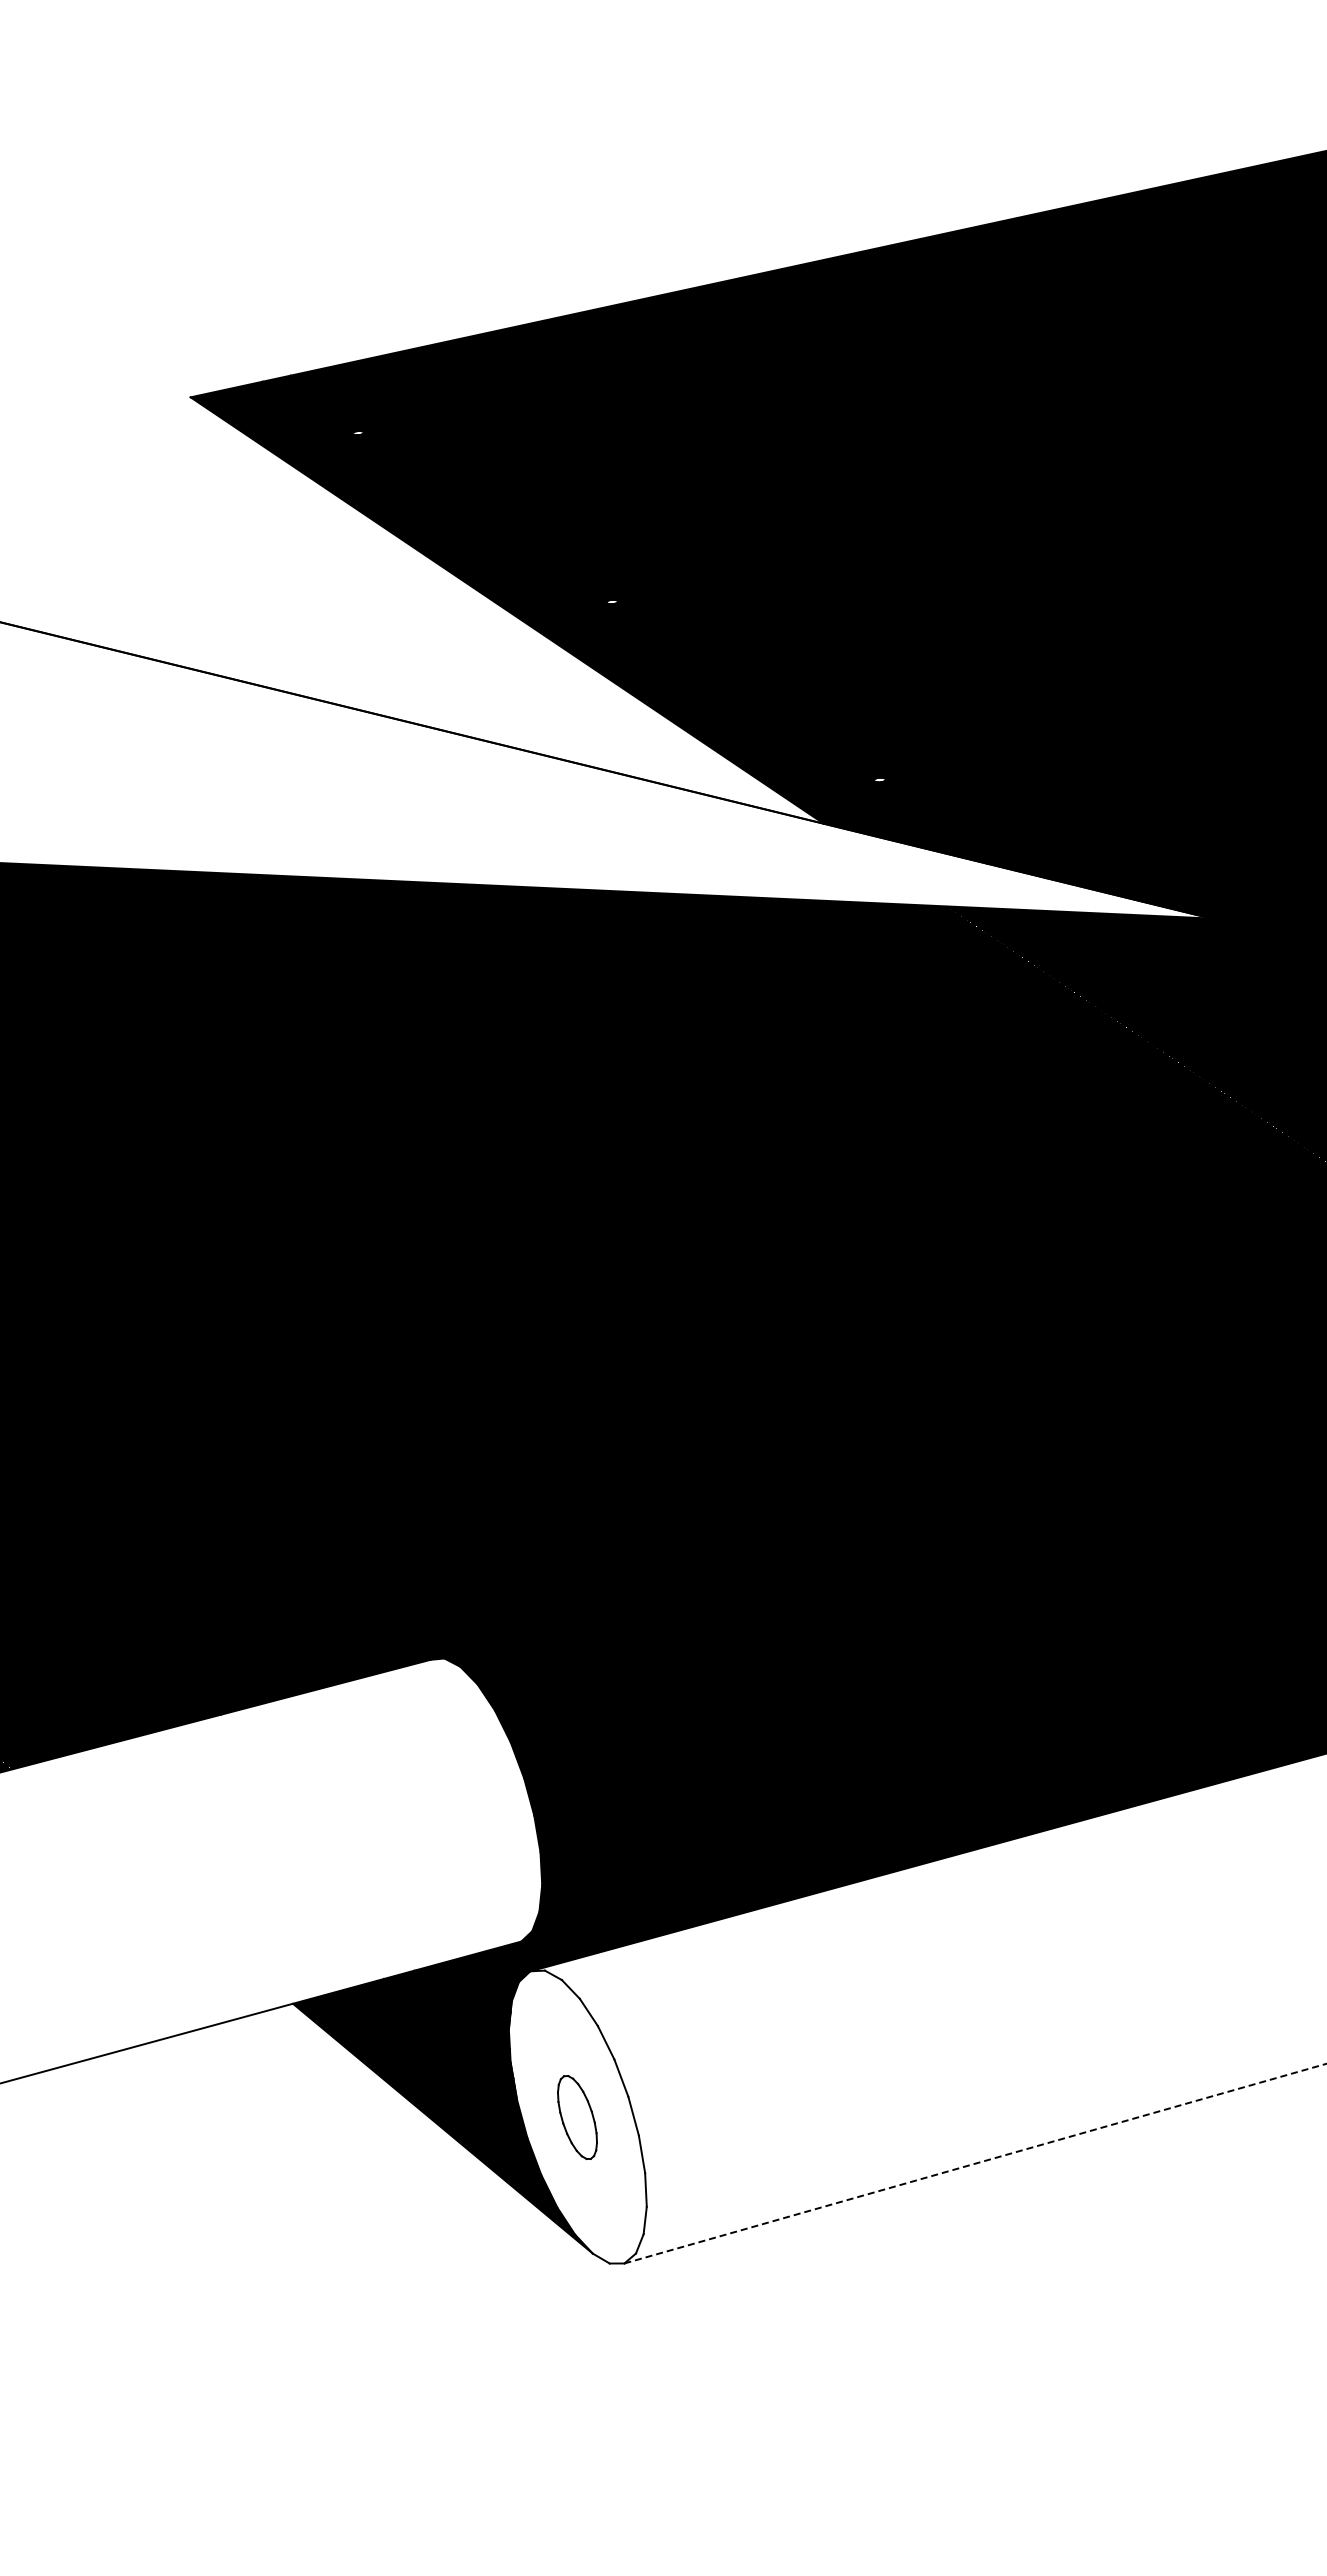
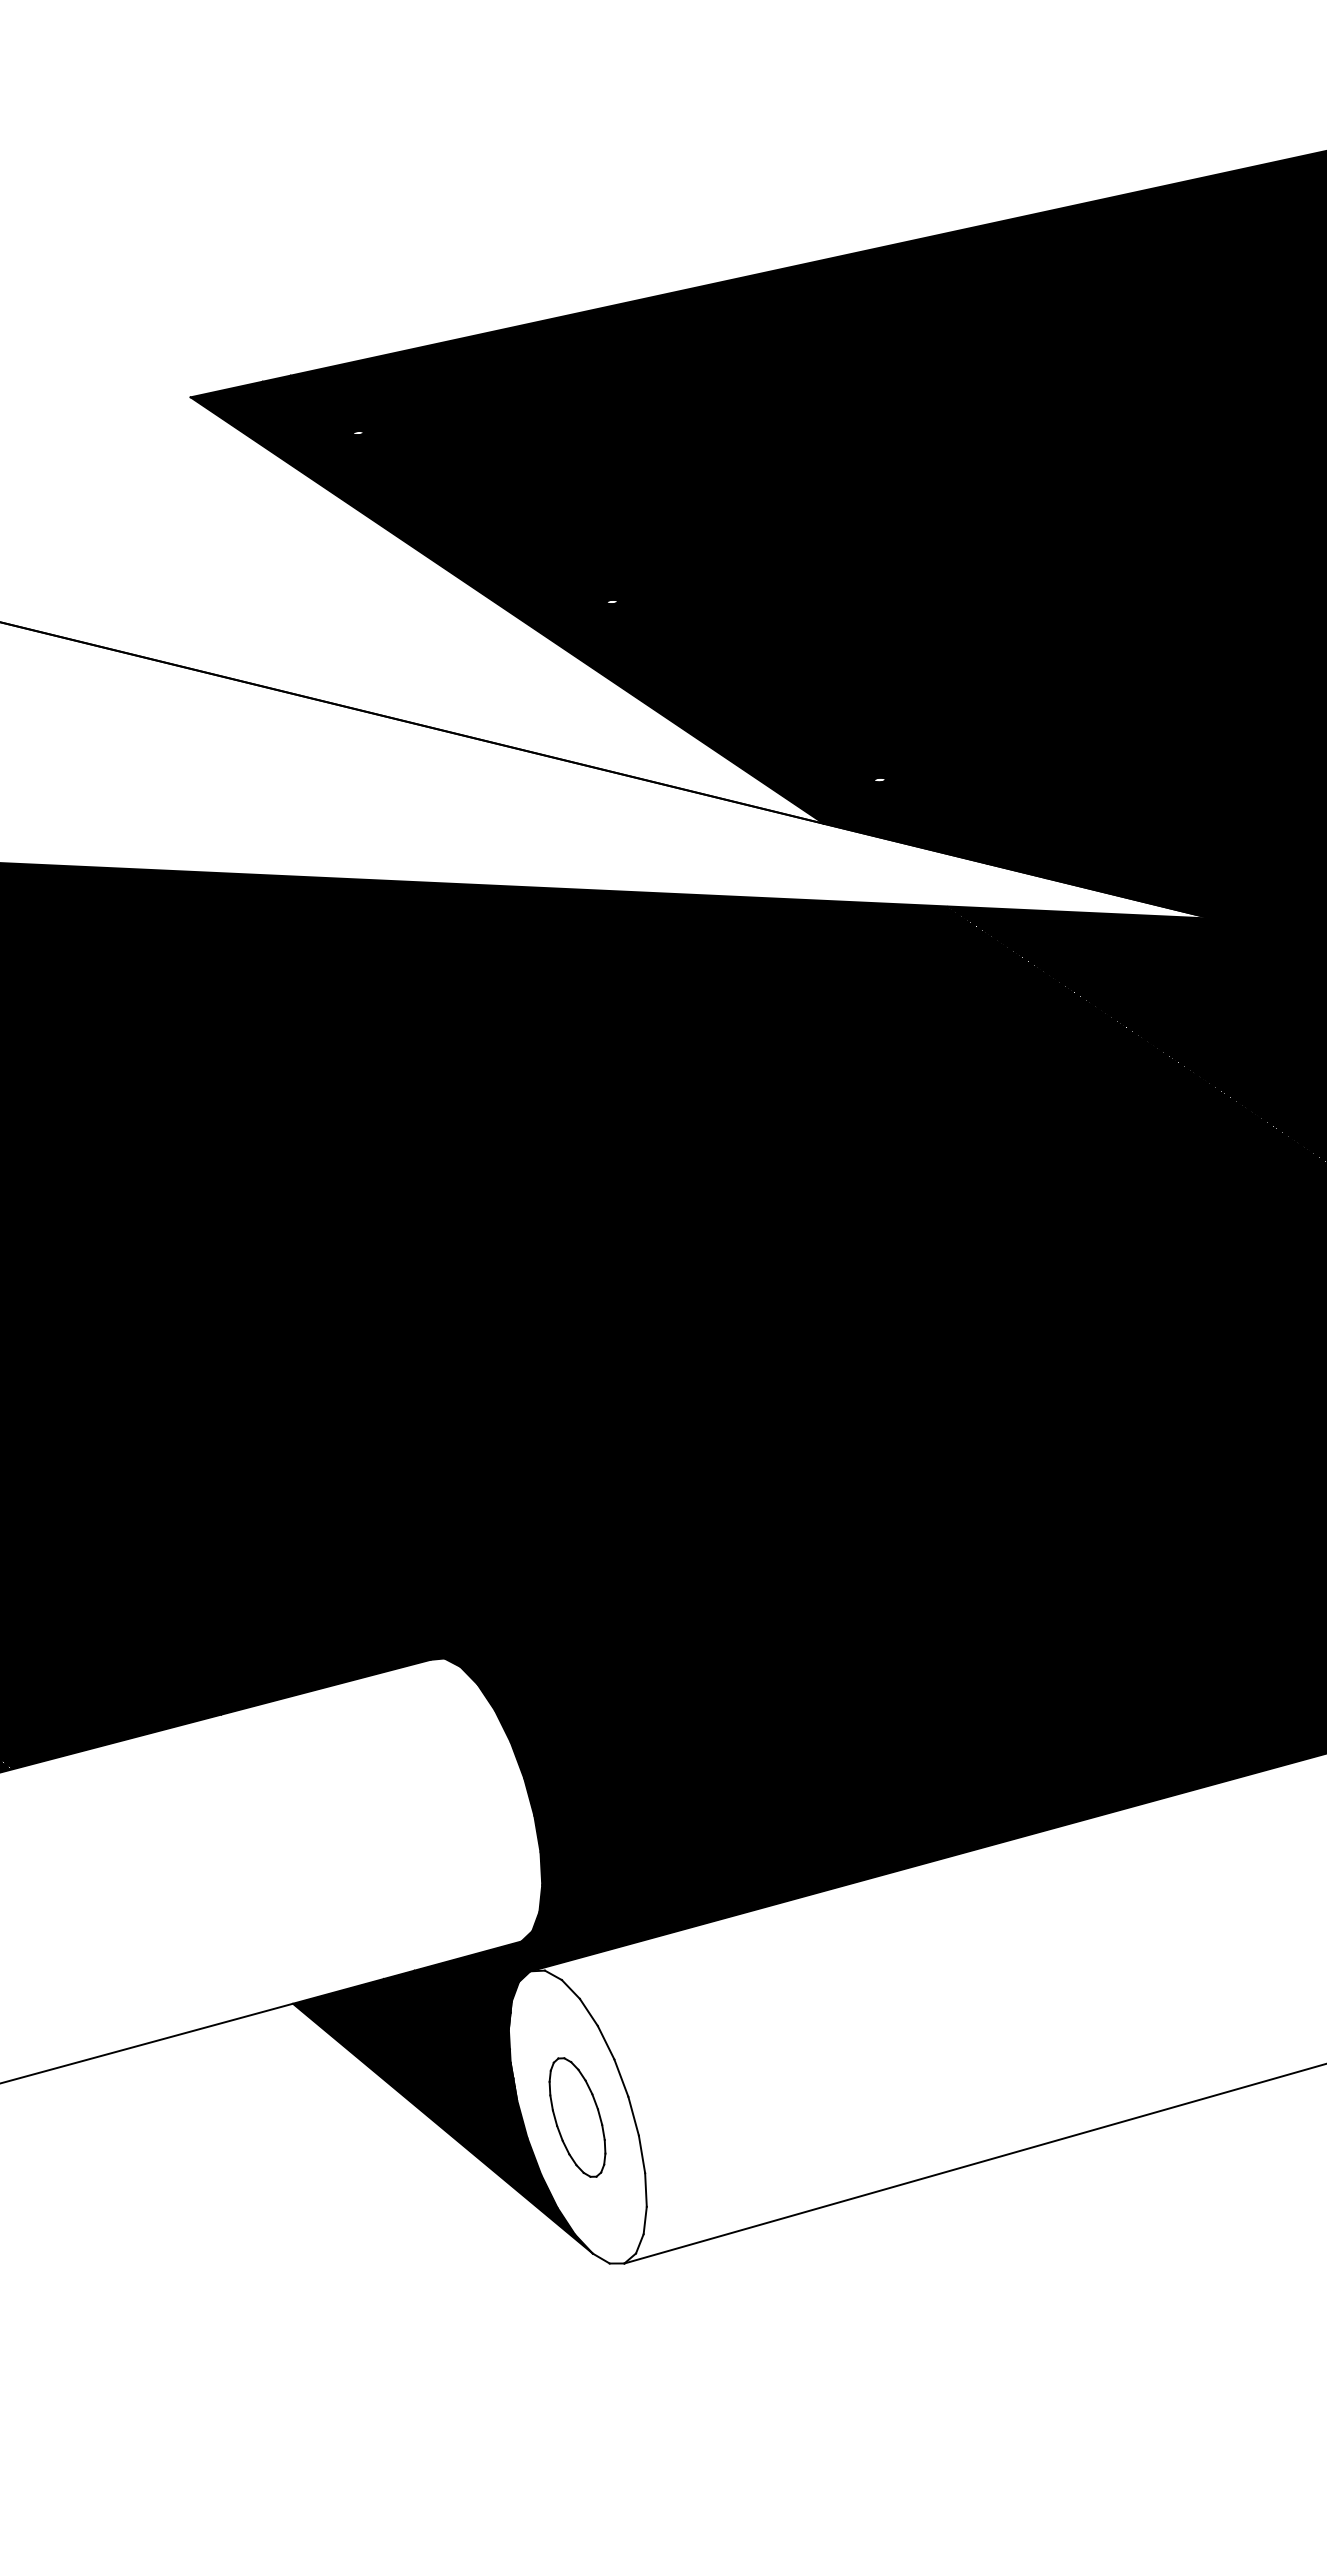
part at (577, 2117) size: 41x85 px -> 59x121 px
line at (975, 2163): dashed -> solid
